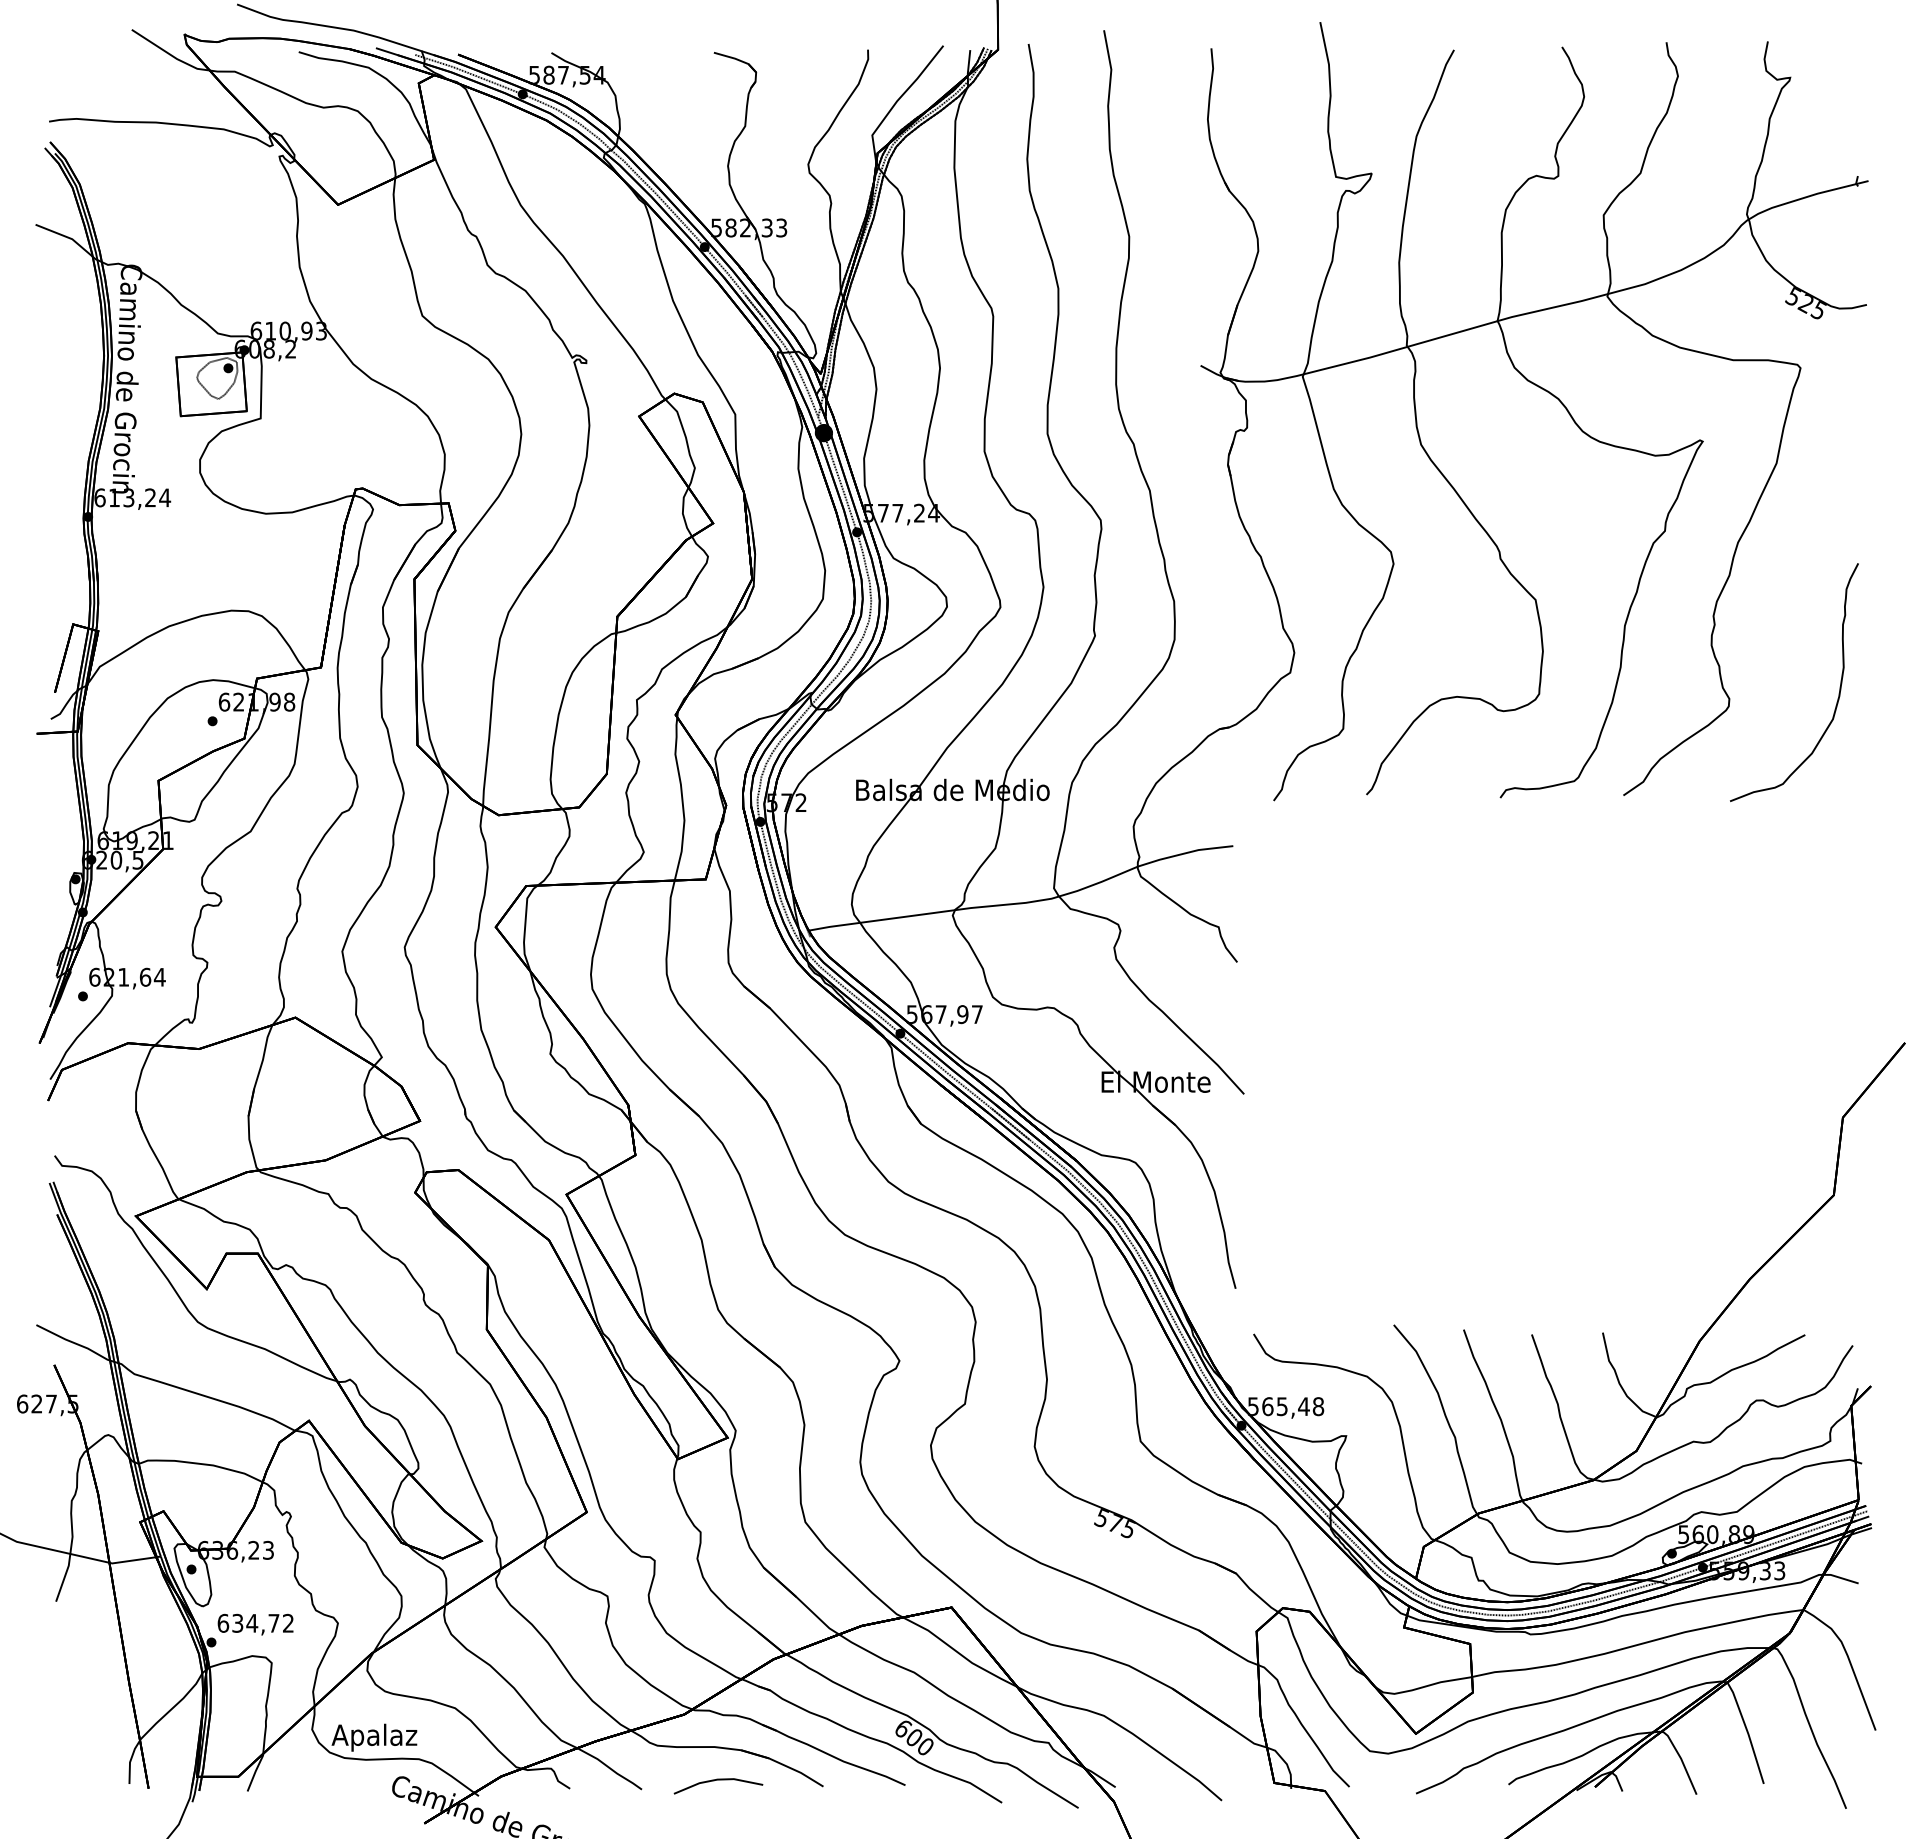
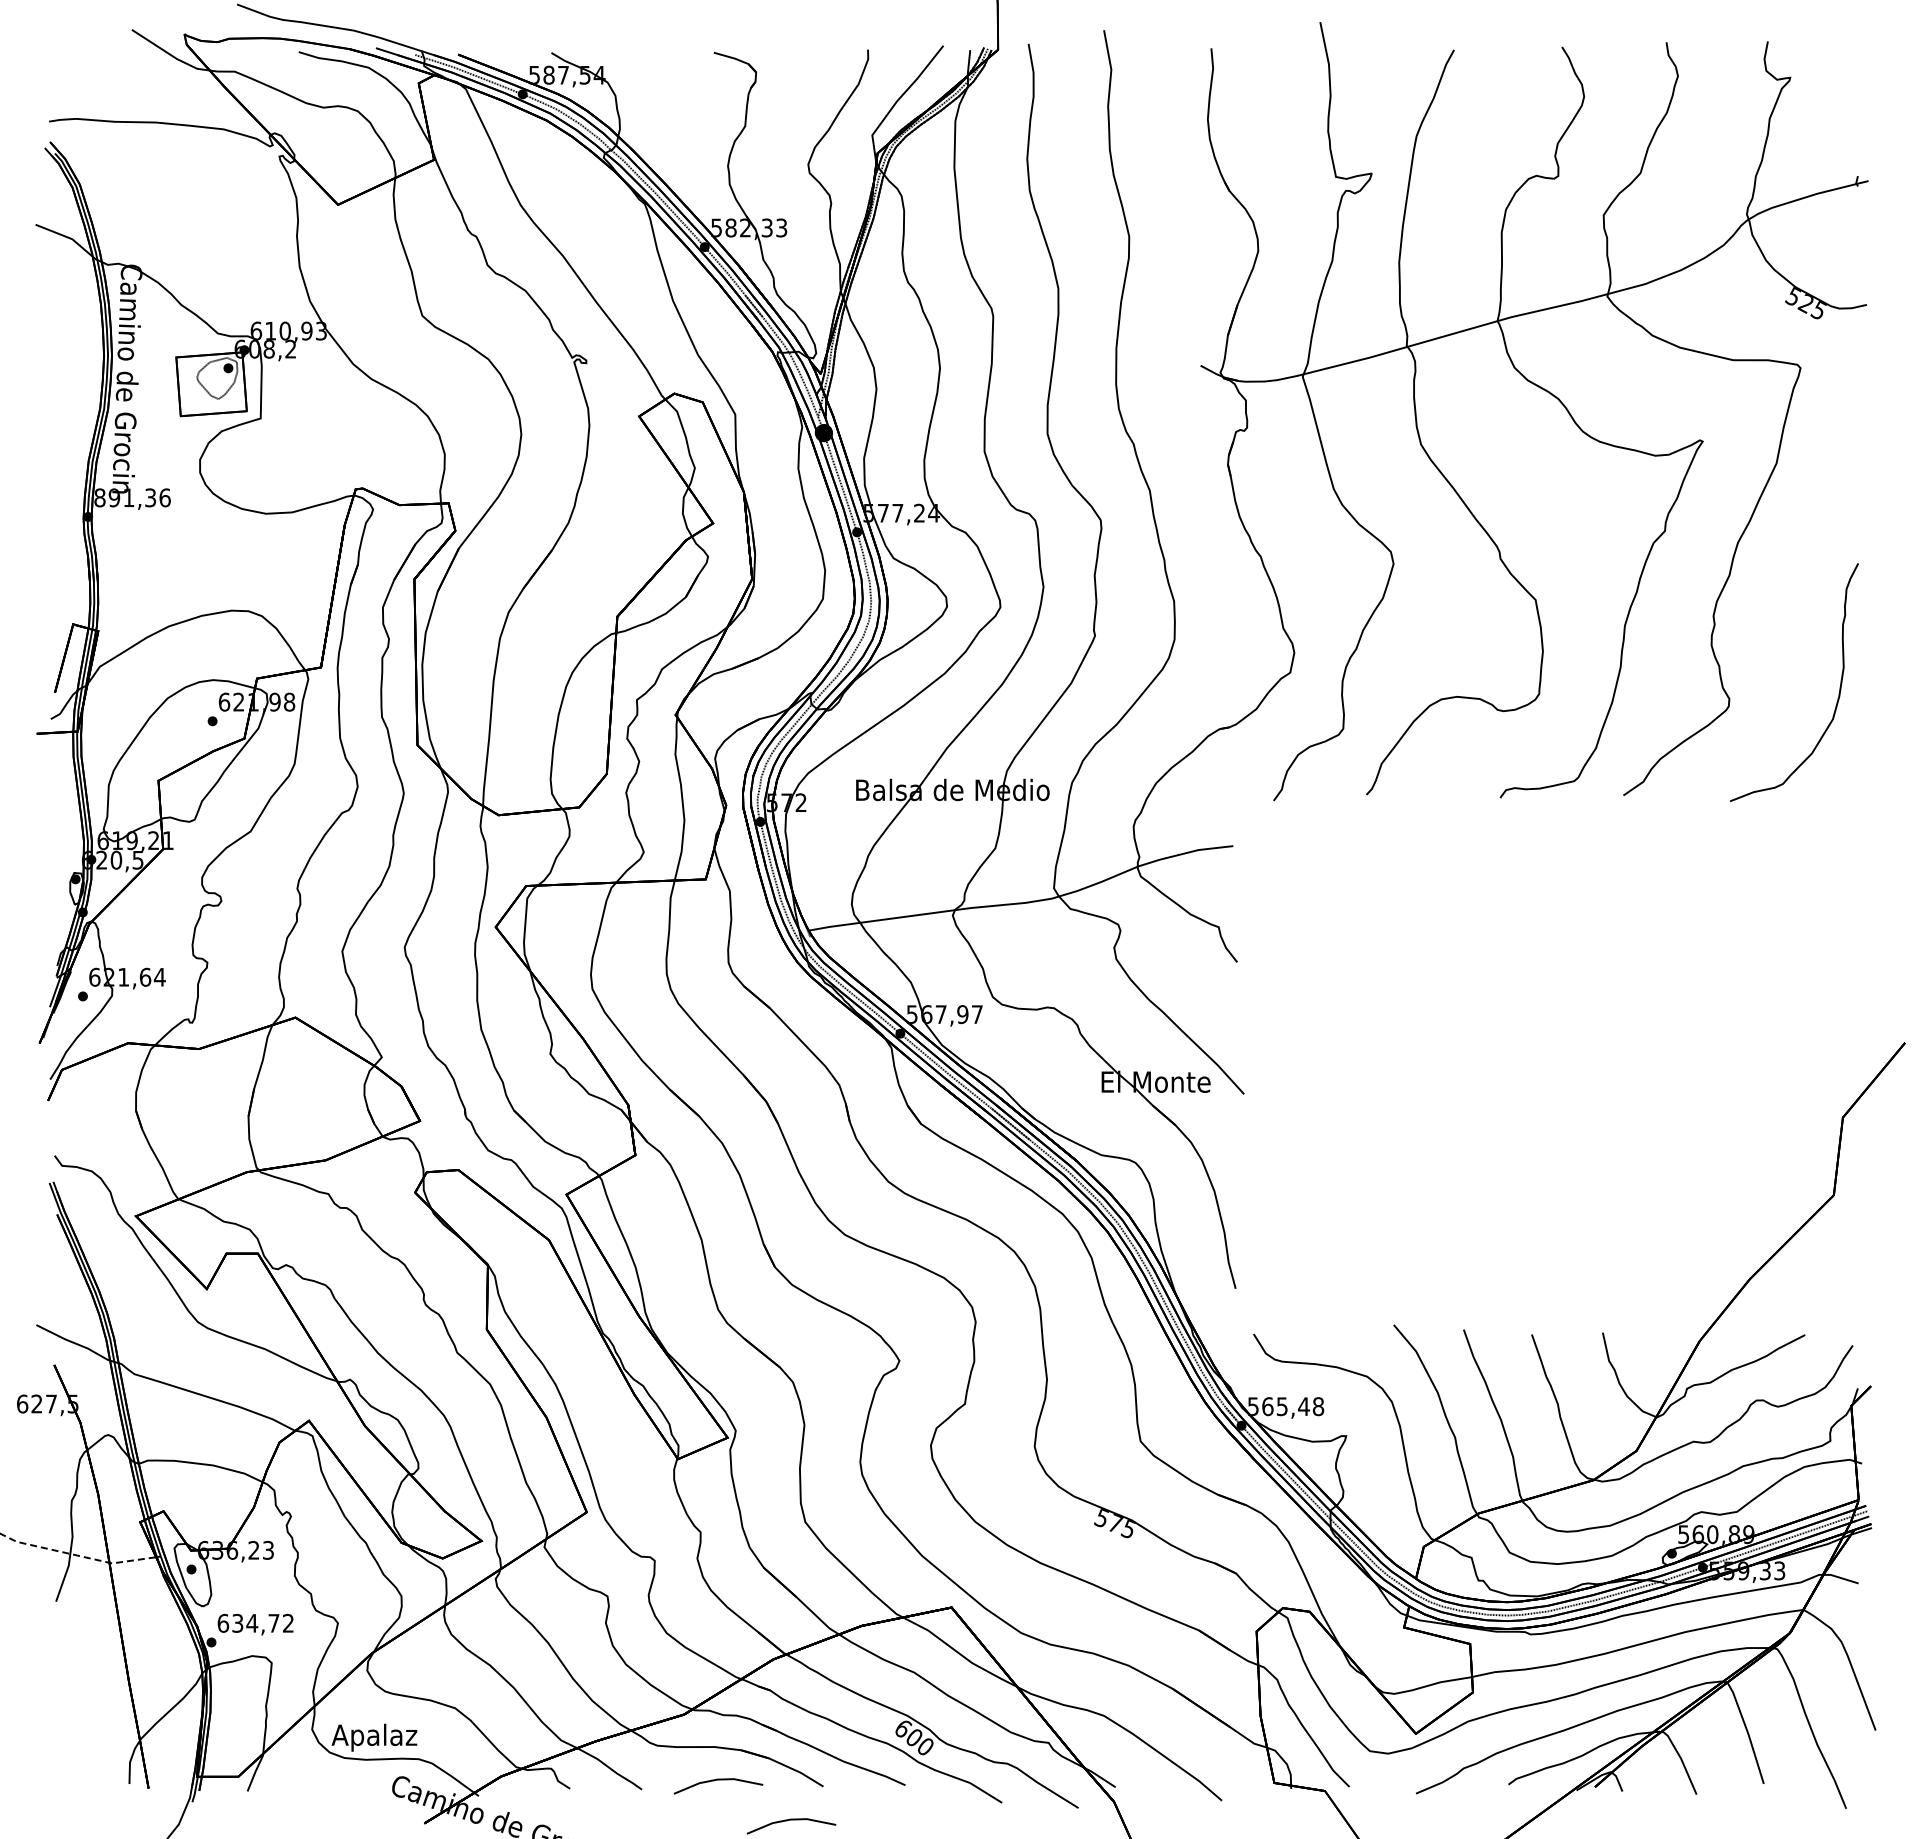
text at (132, 497): 613,24 -> 891,36
line at (78, 1555): solid -> dashed
line at (791, 1820): none -> present
